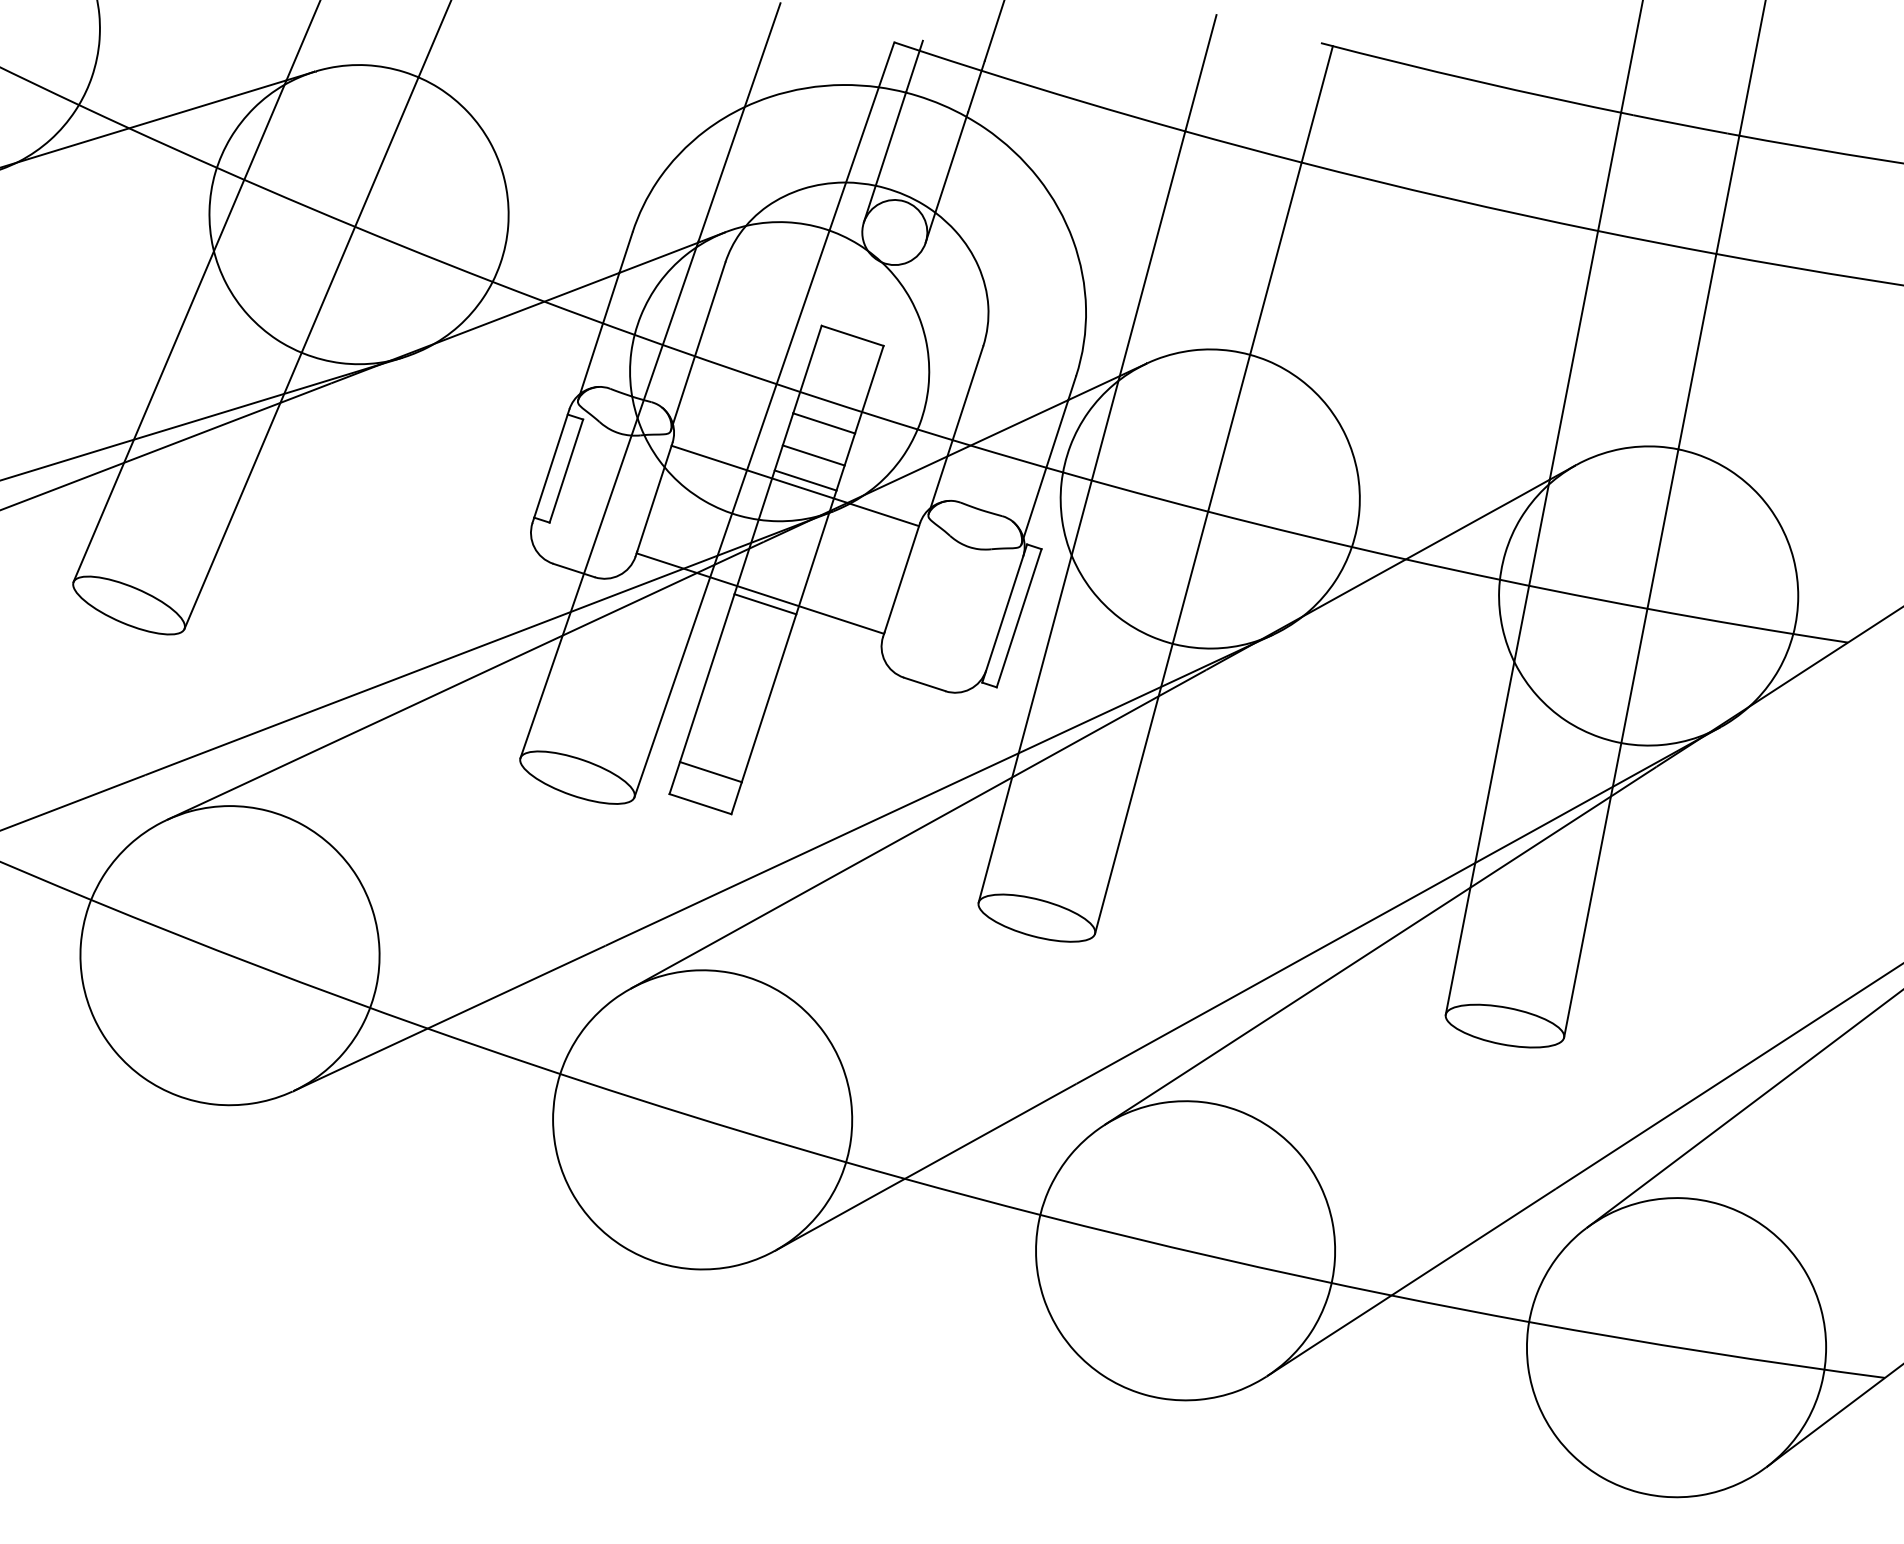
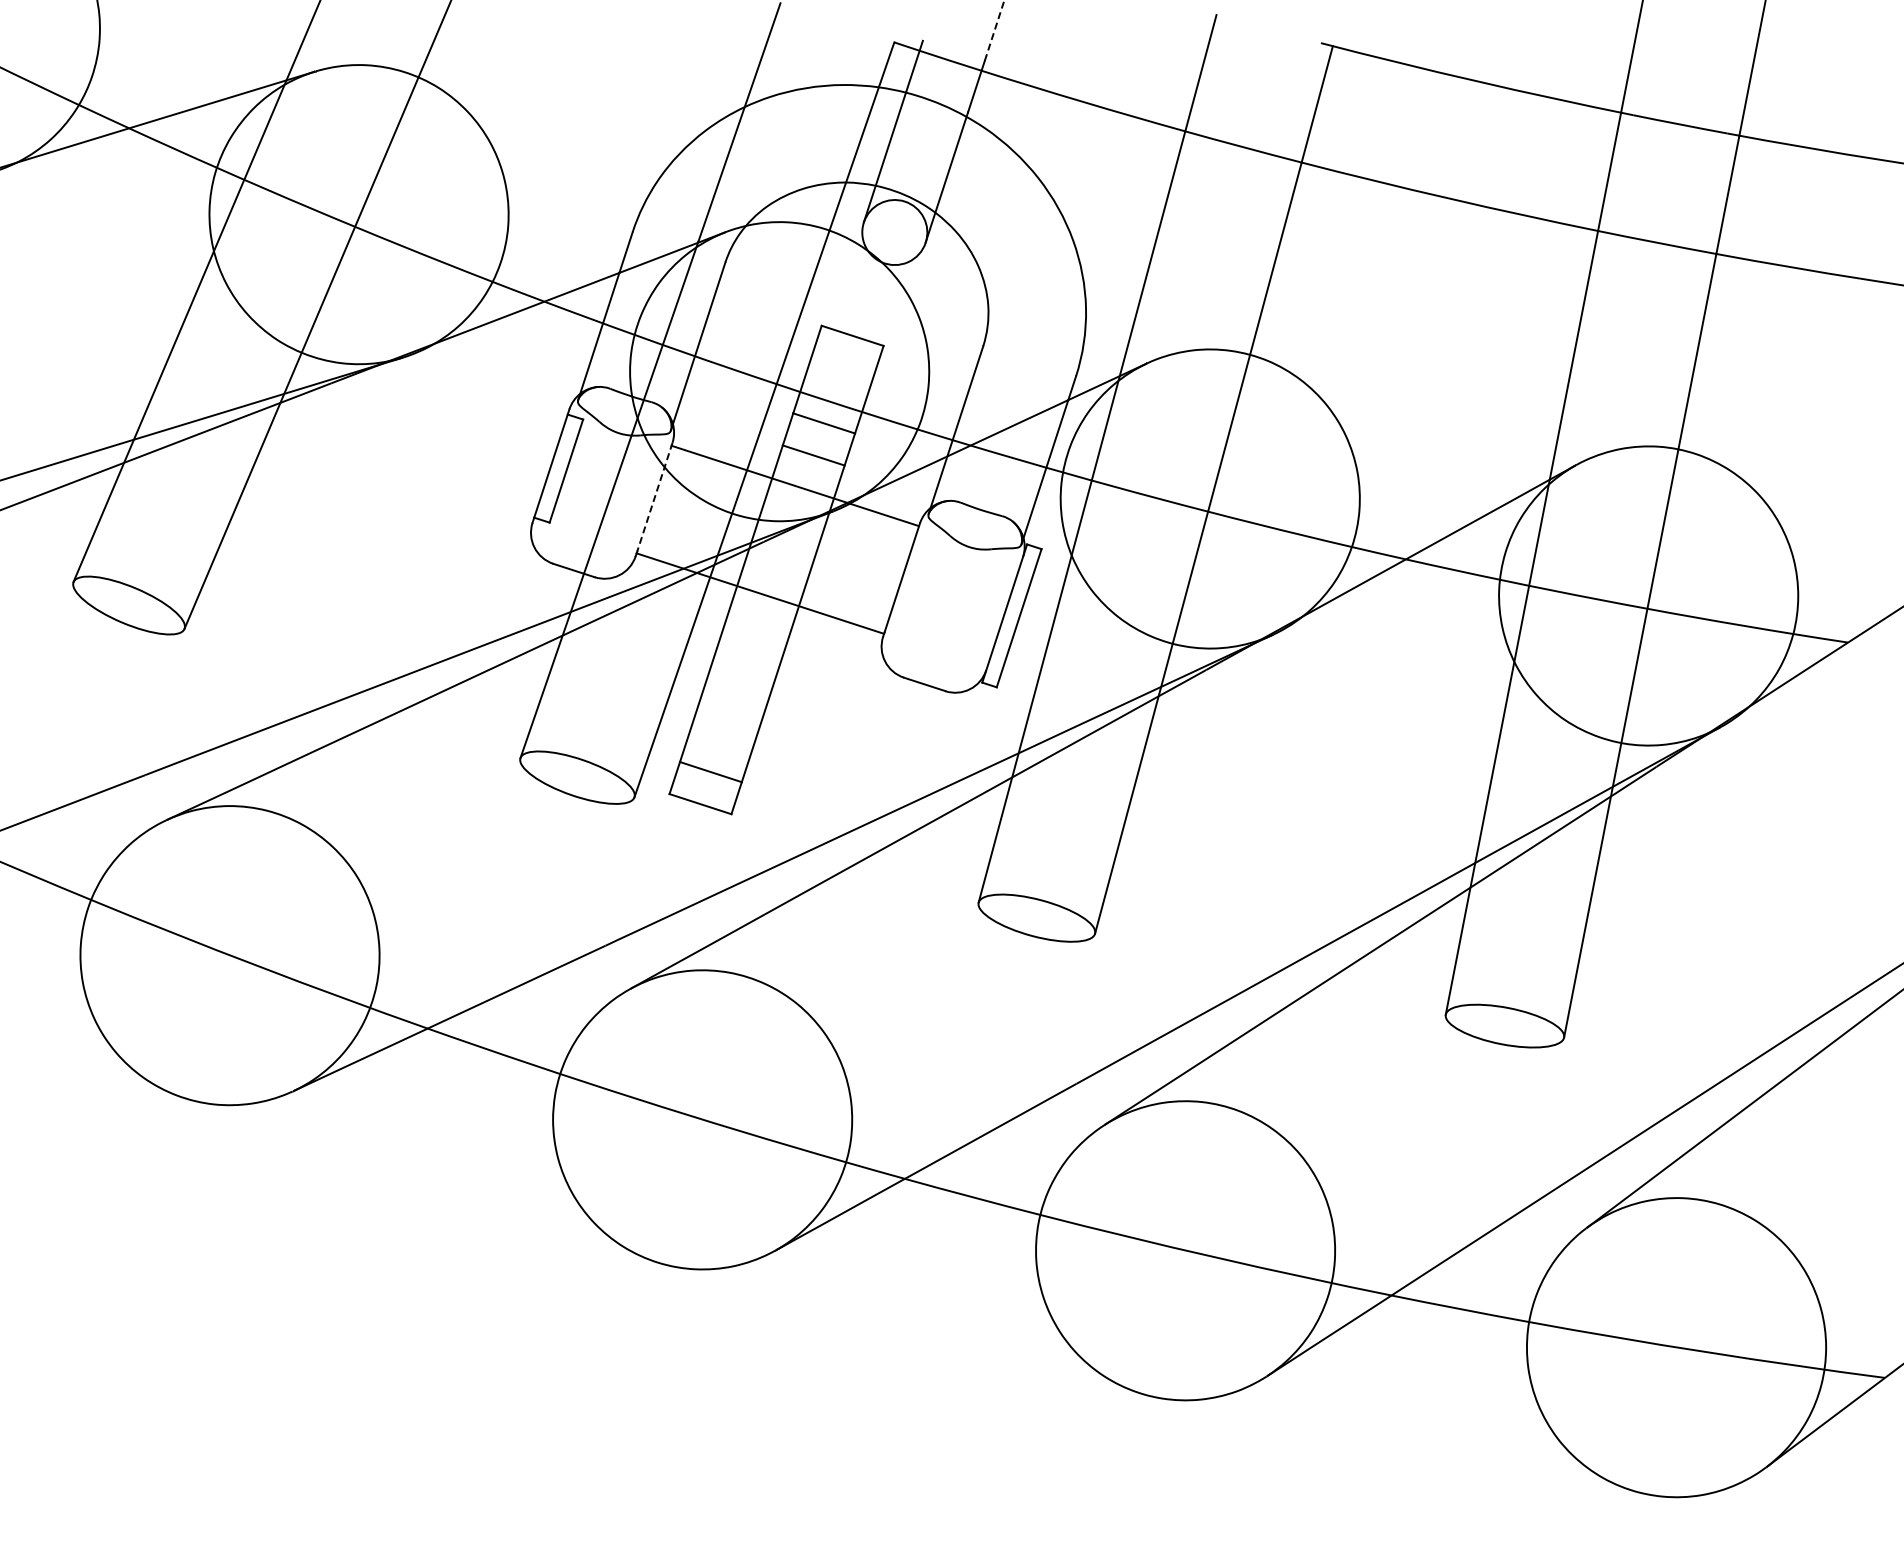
line at (994, 30): solid -> dashed
line at (805, 480): present -> none
line at (654, 497): solid -> dashed
line at (765, 604): present -> none
